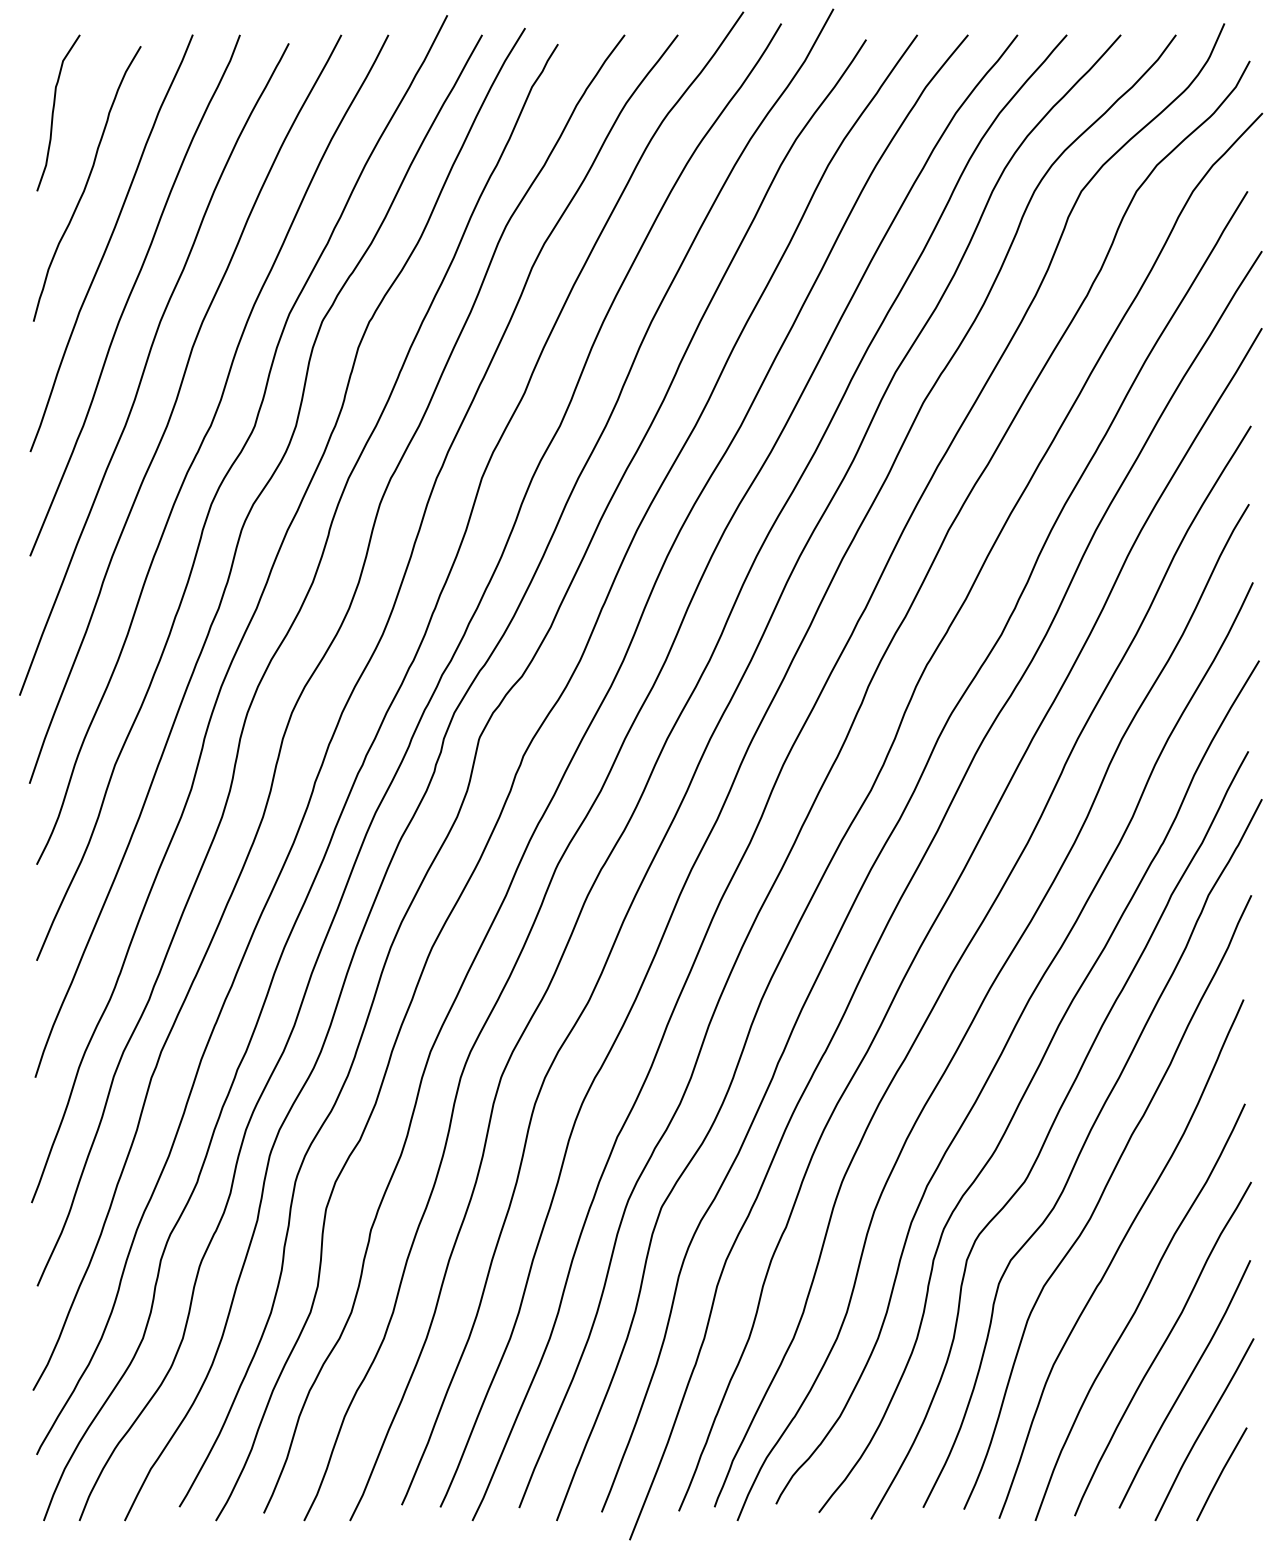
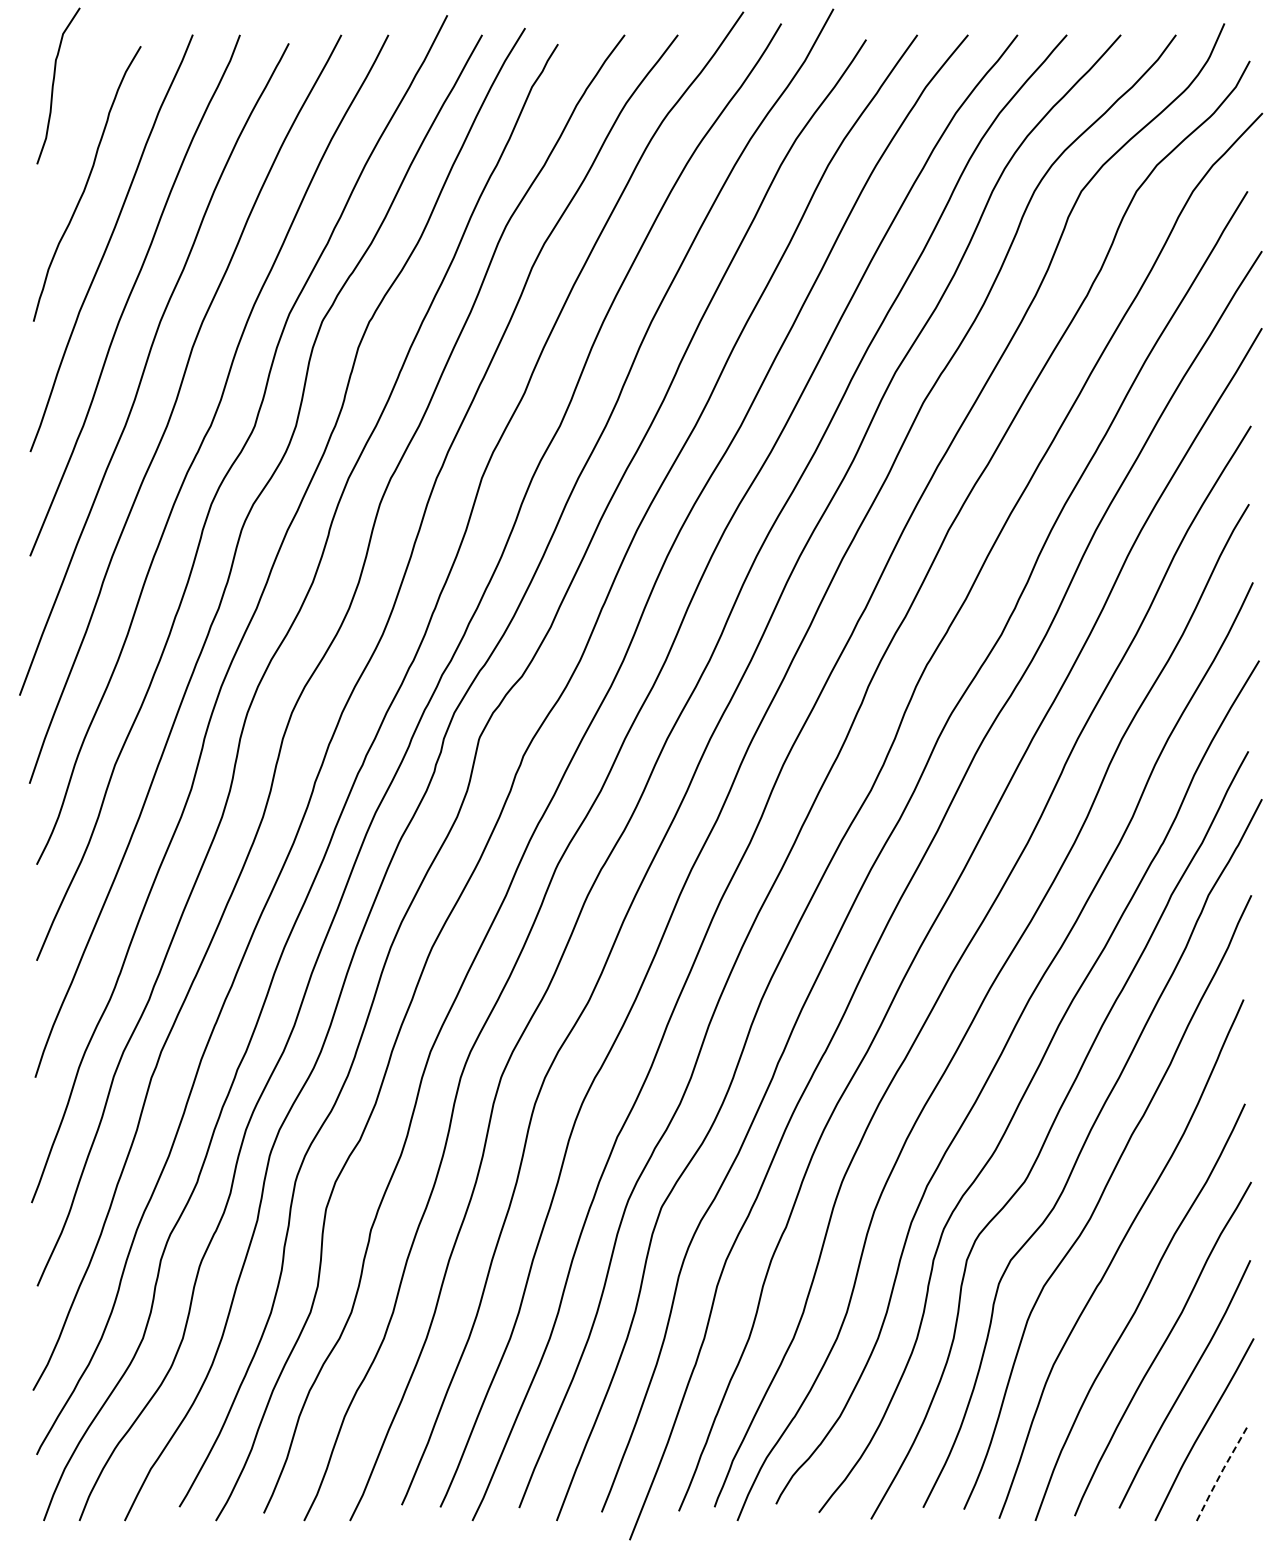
curve at (54, 110) position: (54, 110) -> (54, 83)
line at (1220, 1473): solid -> dashed
